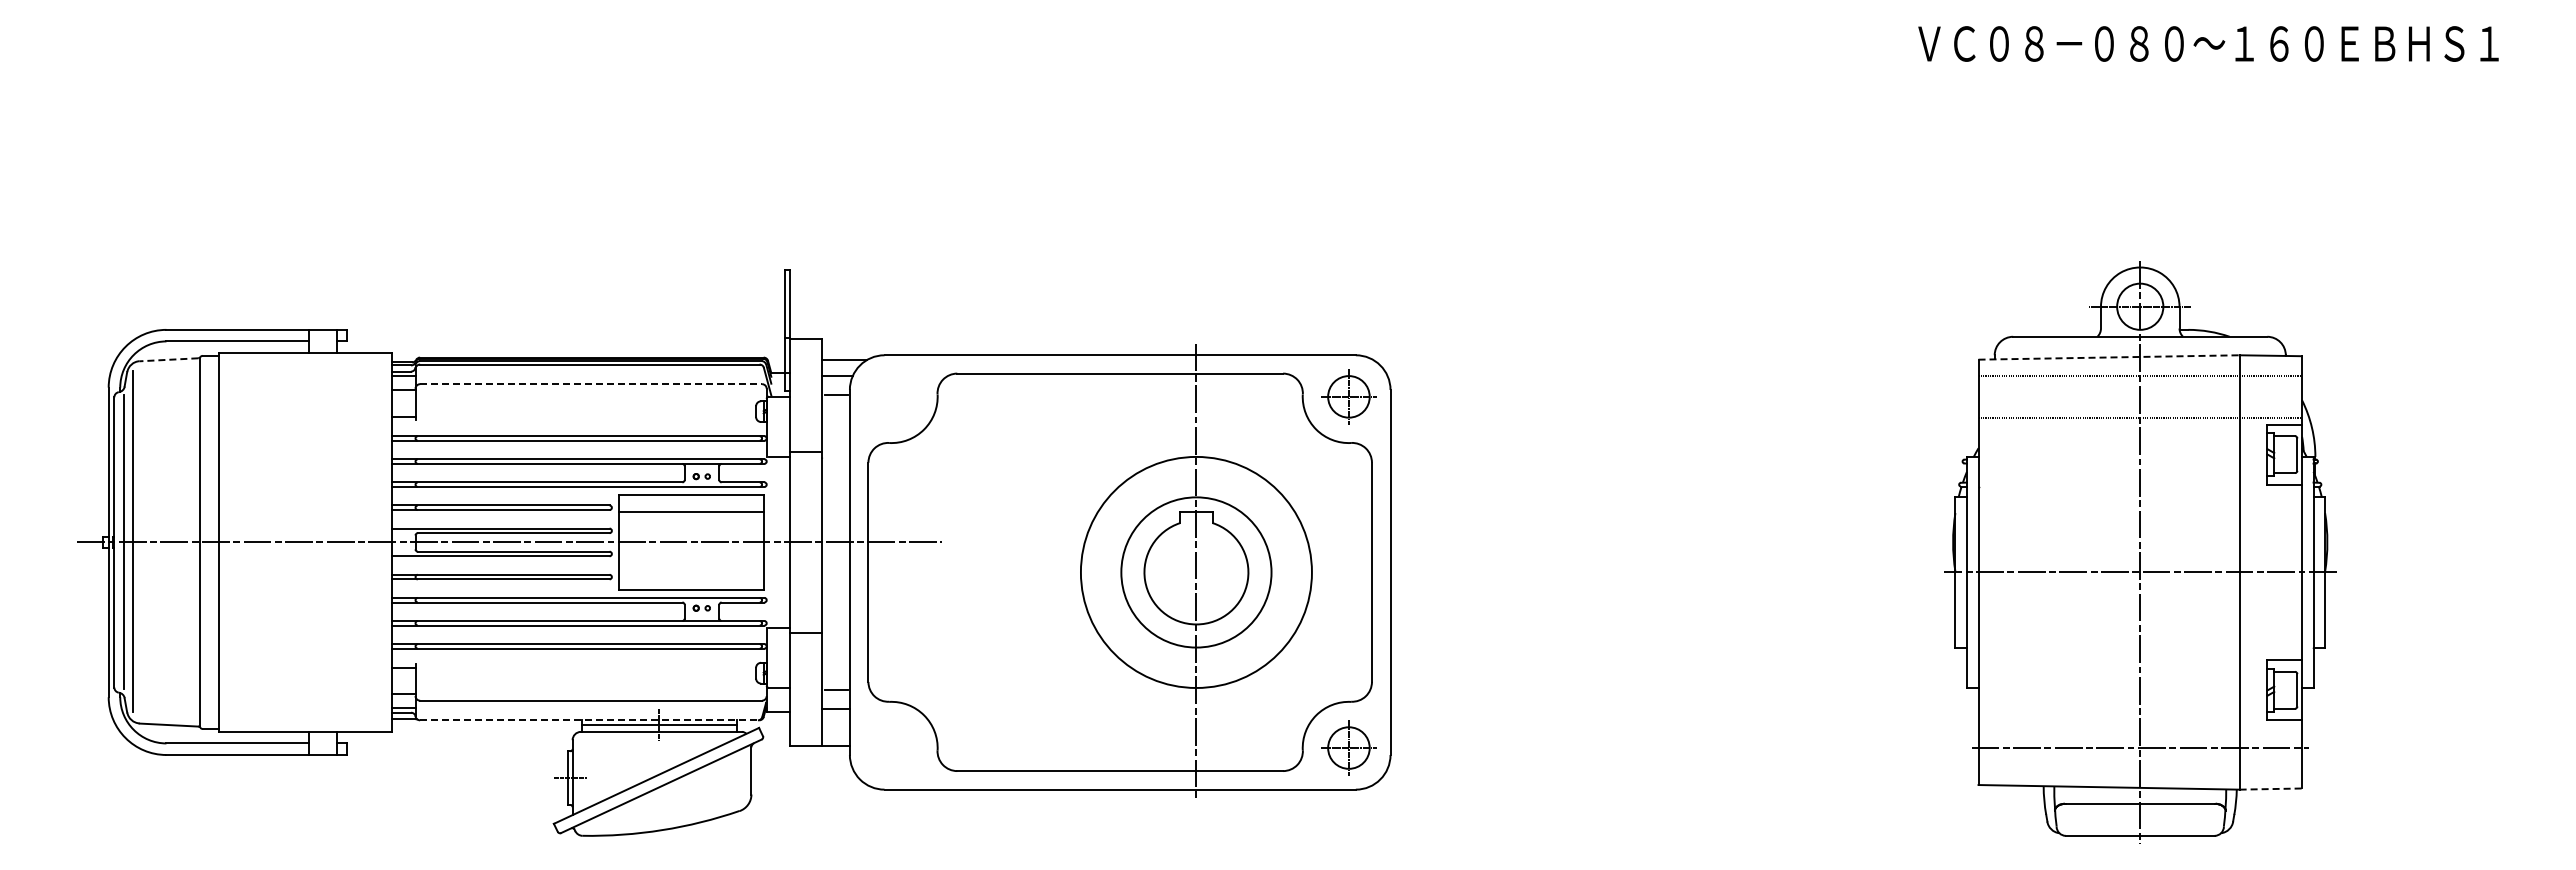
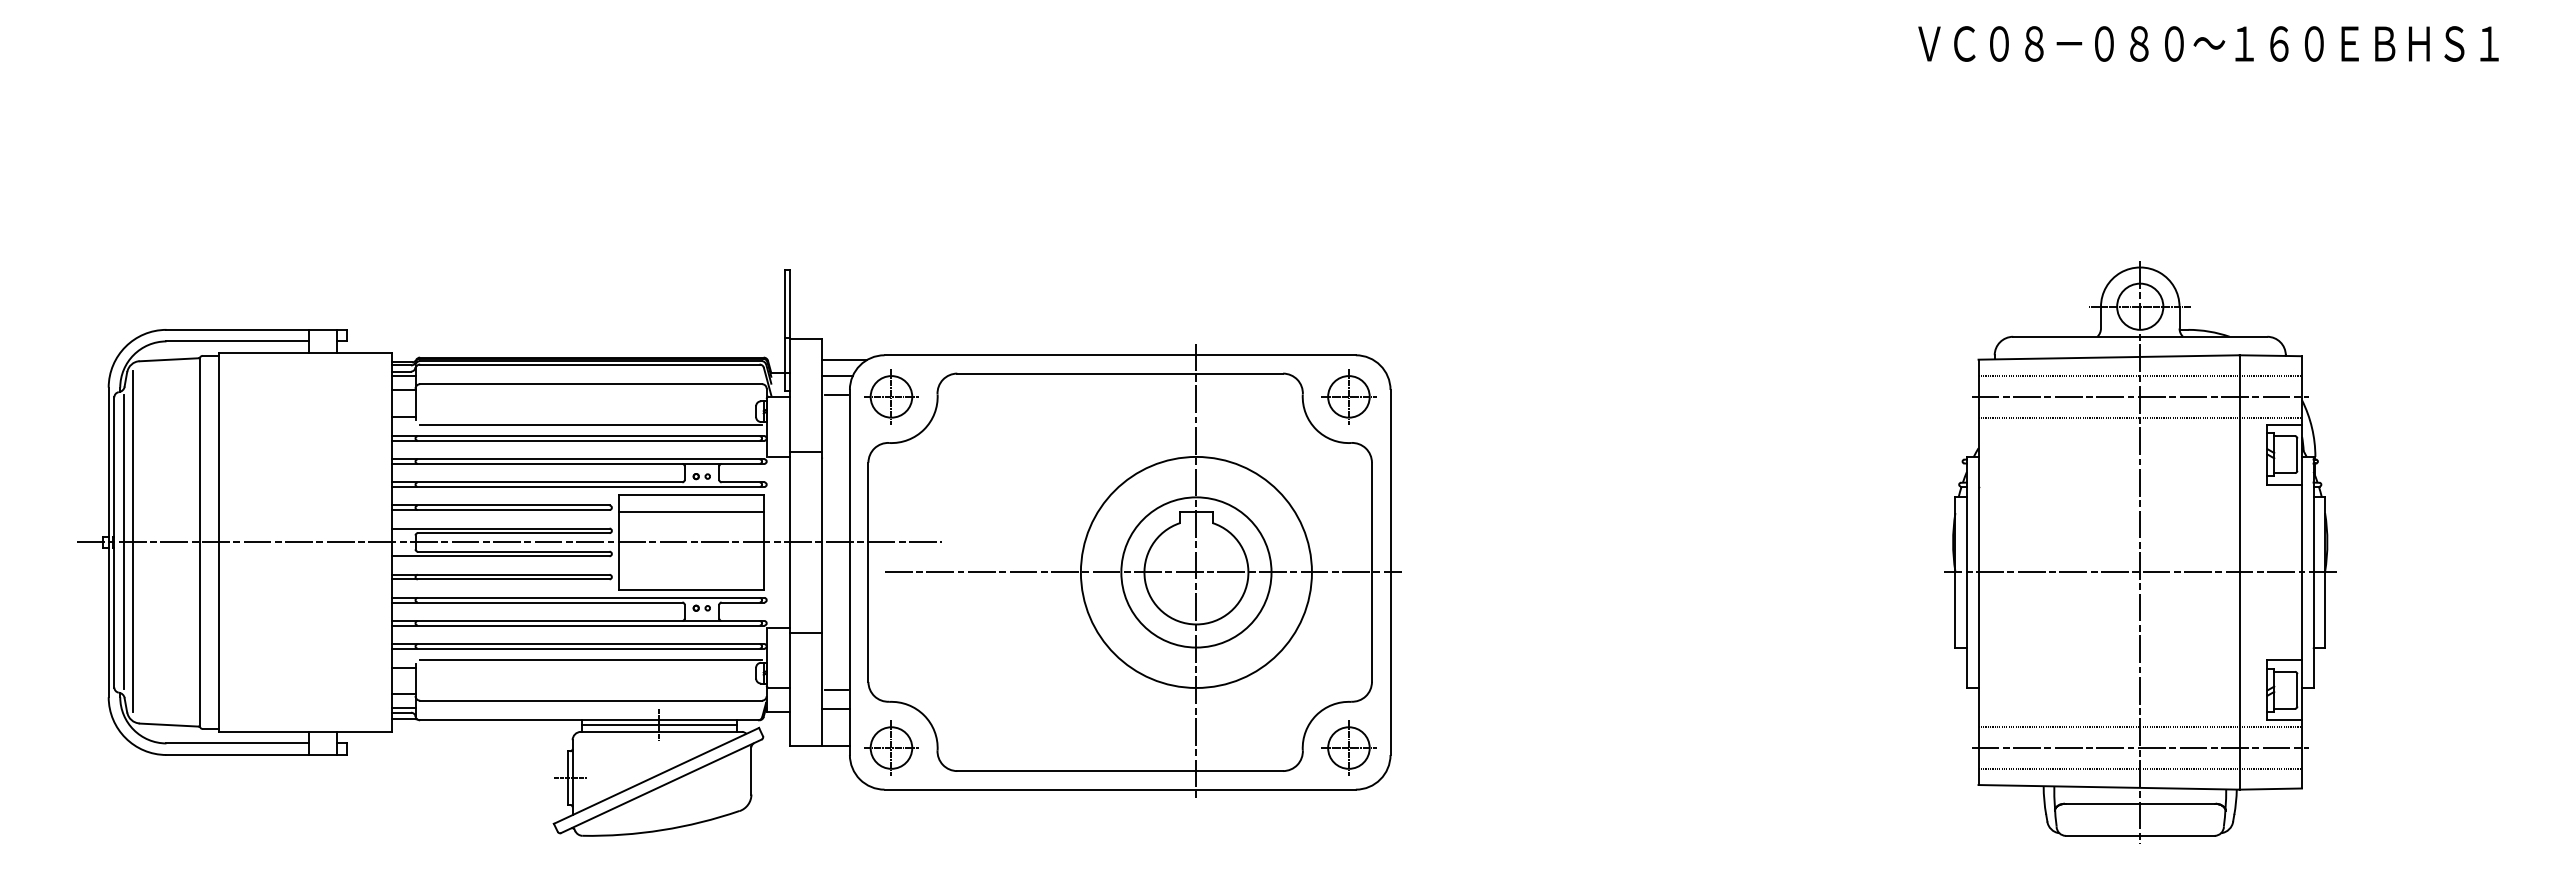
line at (2109, 357): dashed -> solid
line at (168, 359): dashed -> solid
line at (591, 384): dashed -> solid
part at (891, 396): none -> present
line at (2139, 396): none -> present
line at (591, 424): none -> present
line at (1143, 572): none -> present
line at (591, 659): none -> present
line at (589, 720): dashed -> solid
line at (2139, 727): none -> present
part at (891, 747): none -> present
line at (2139, 768): none -> present
line at (2271, 789): dashed -> solid
